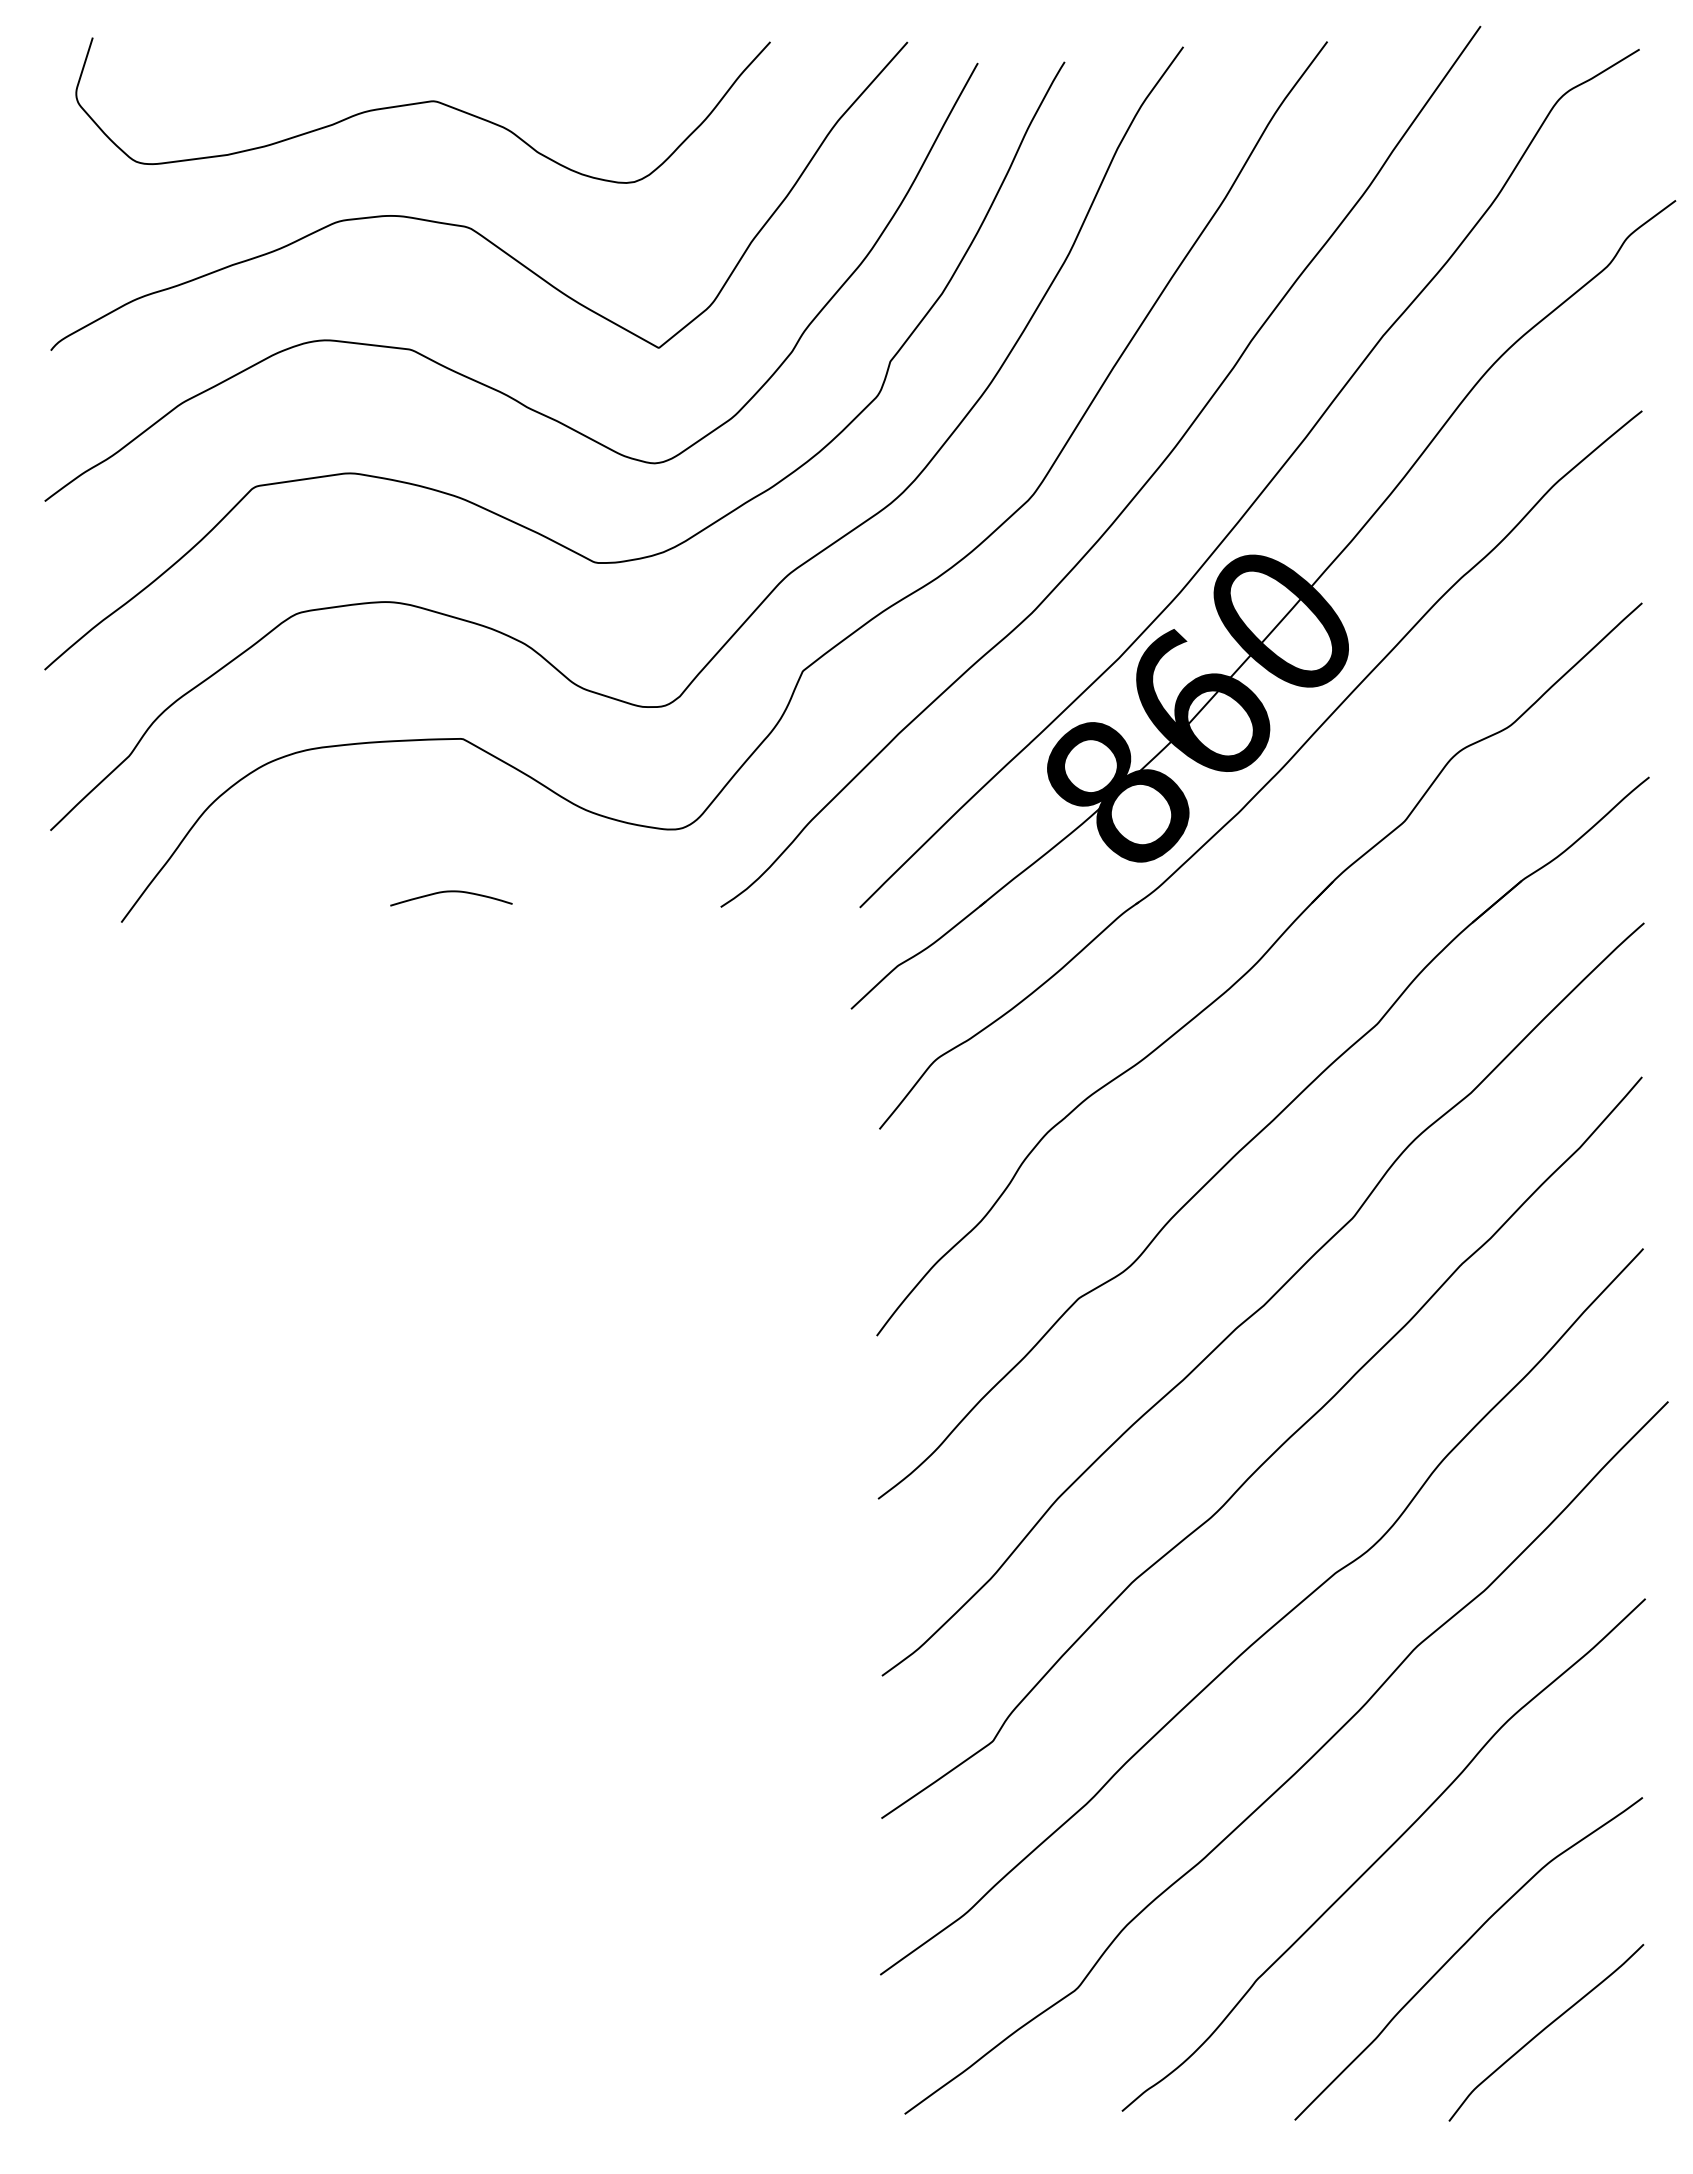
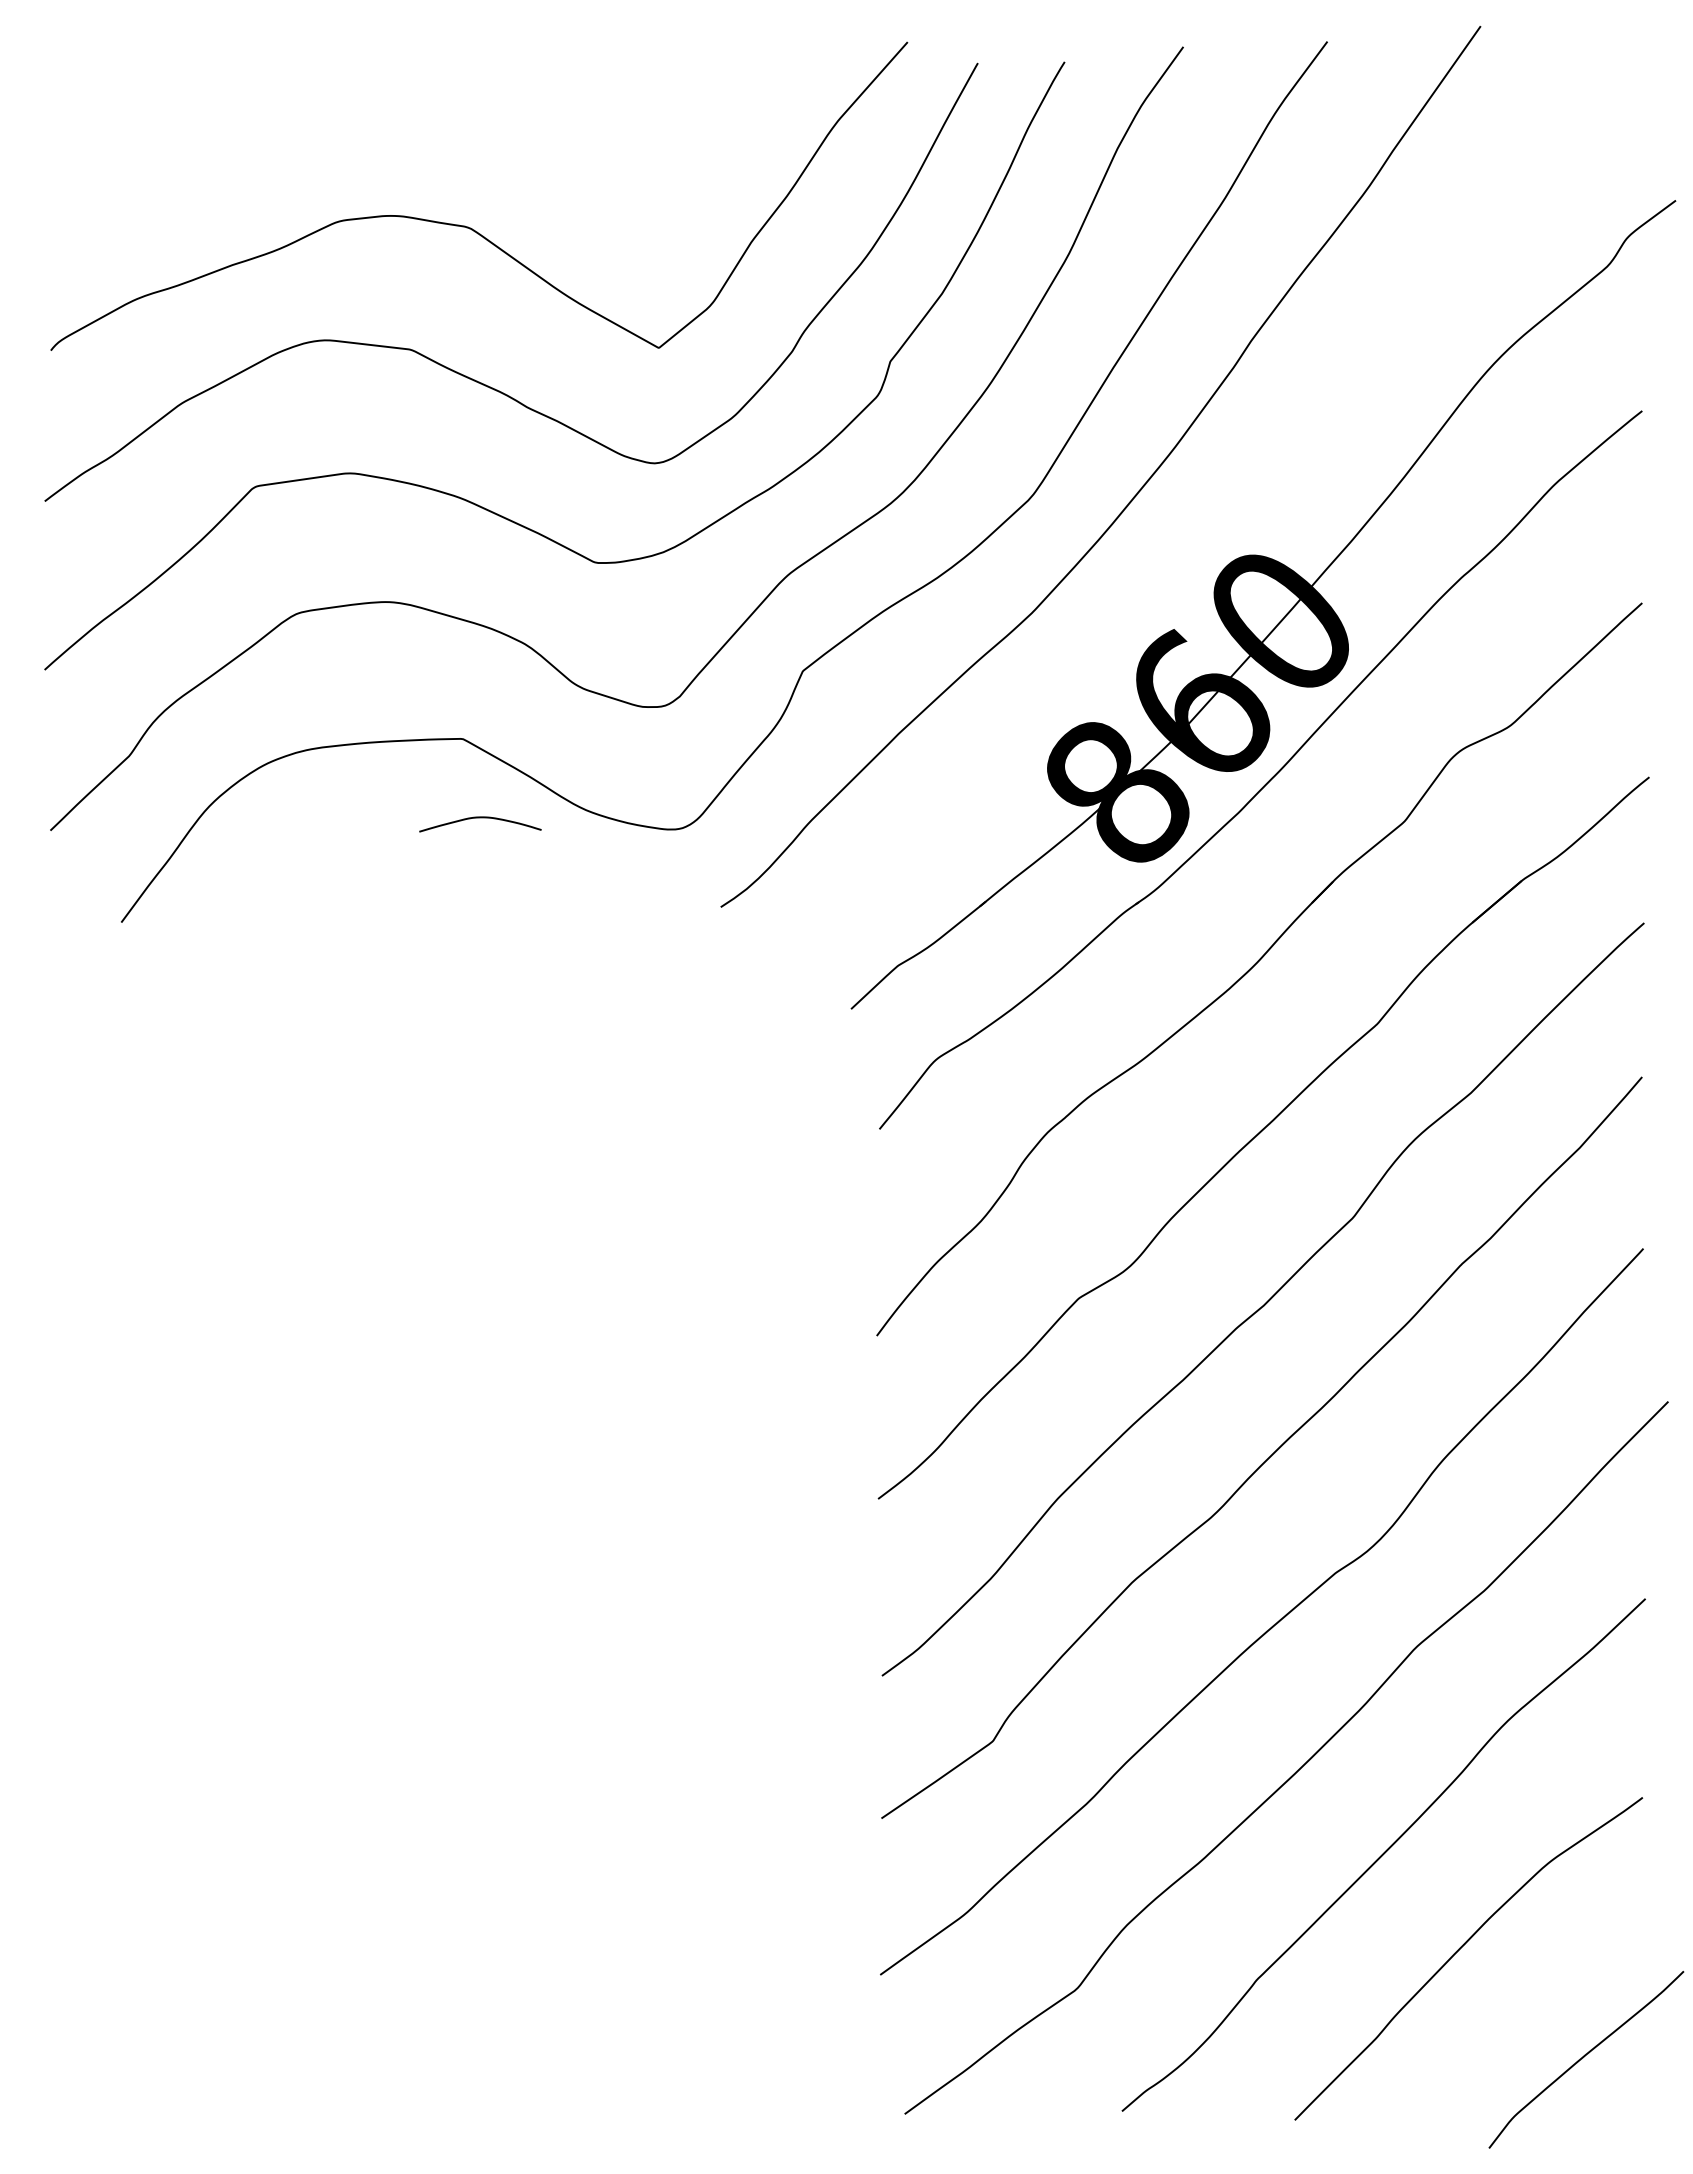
curve at (422, 103): present -> none
curve at (1263, 488): present -> none
curve at (451, 892) position: (451, 892) -> (480, 818)
curve at (1544, 2030) position: (1544, 2030) -> (1584, 2057)
